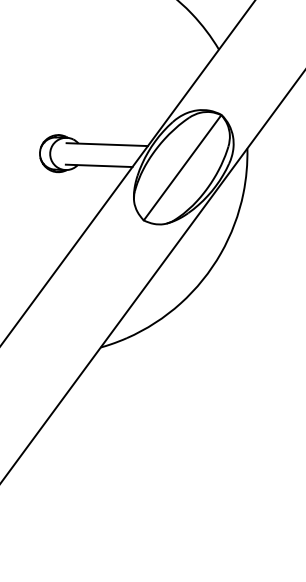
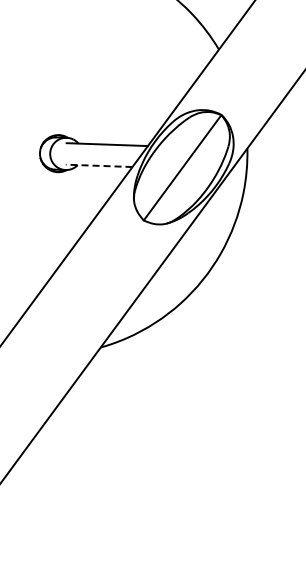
line at (98, 165): solid -> dashed
